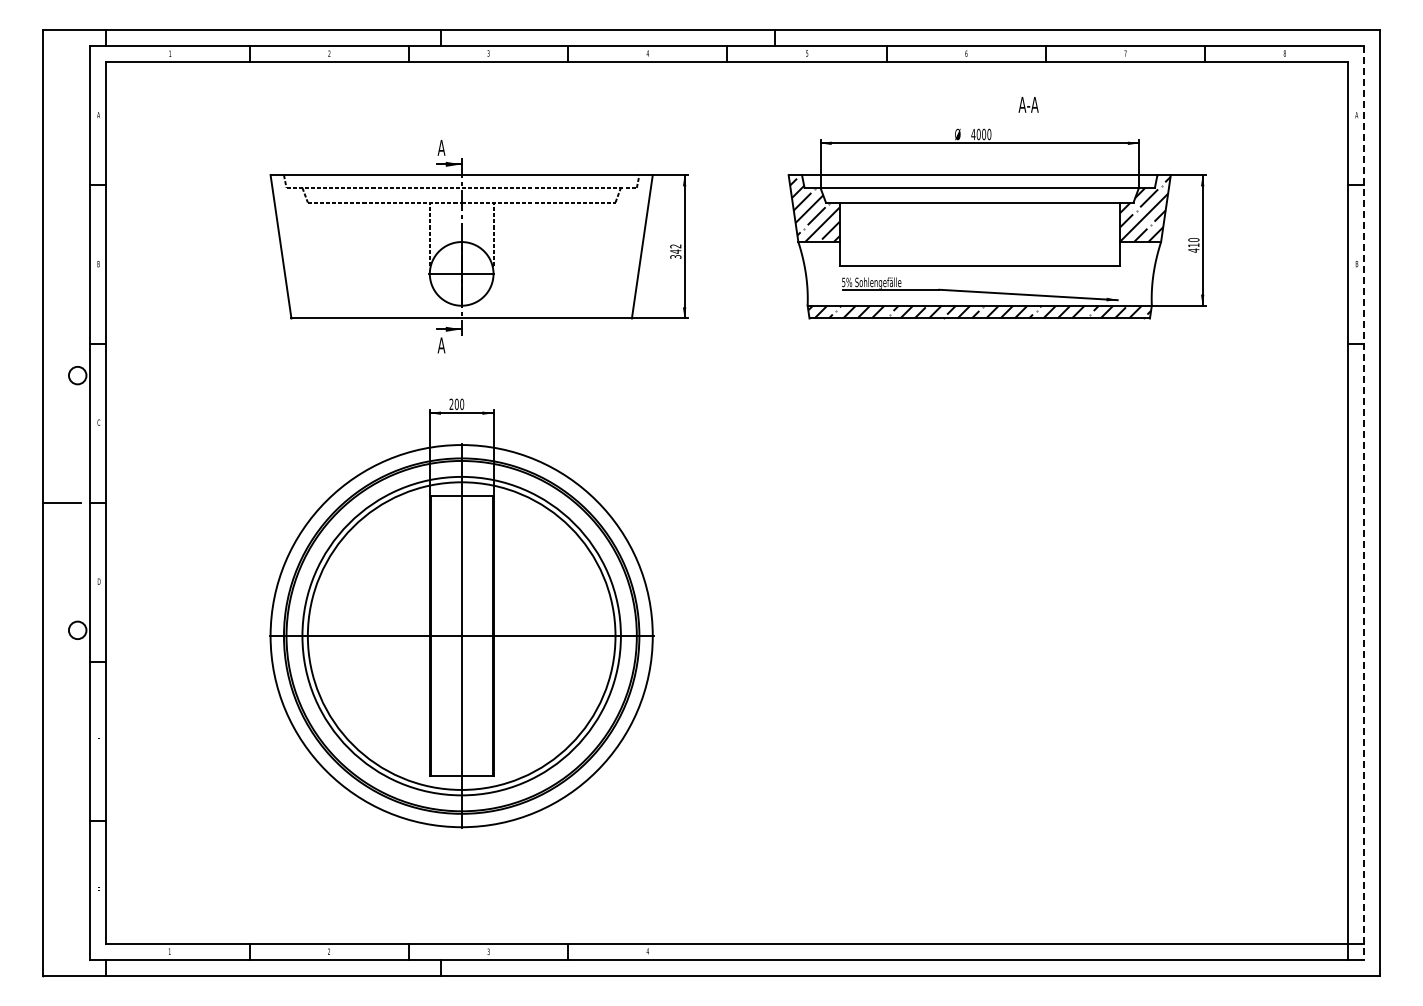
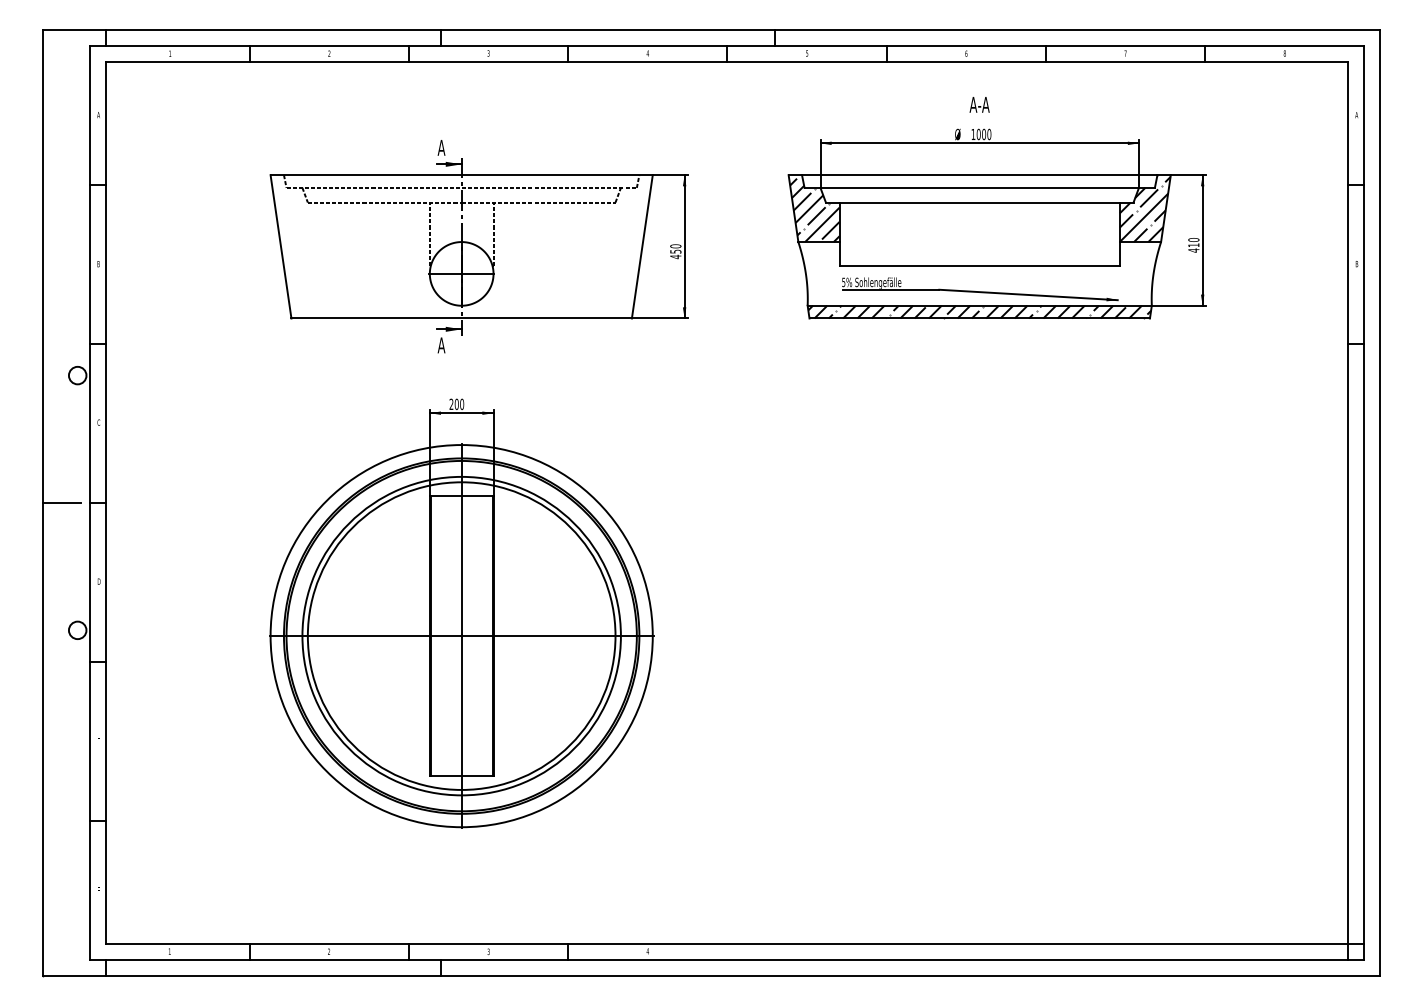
text at (1028, 104) position: (1028, 104) -> (979, 104)
text at (973, 134): 4000 -> 1000
text at (675, 251): 342 -> 450
line at (1364, 503): dashed -> solid
